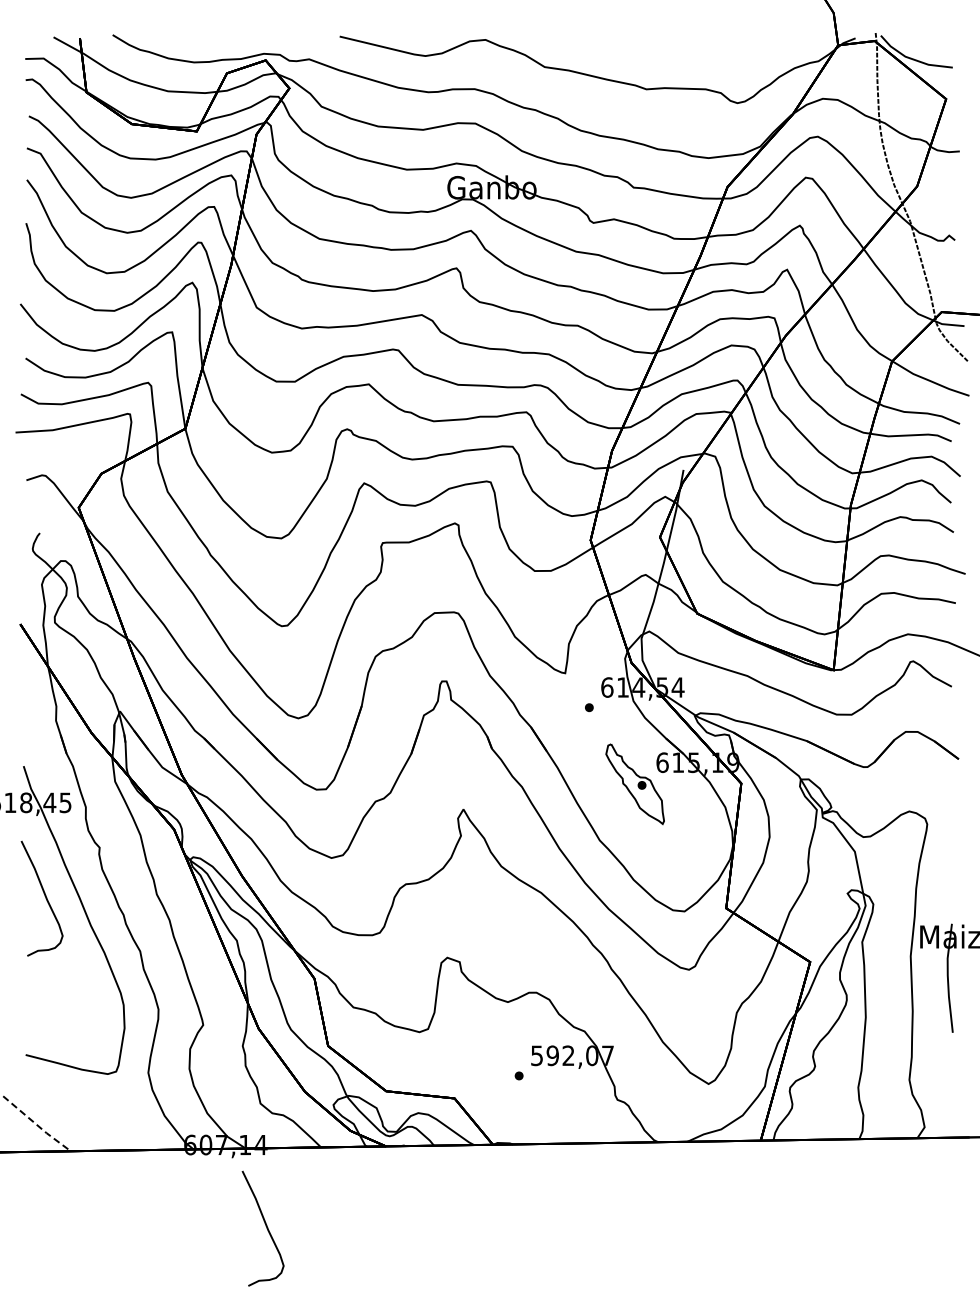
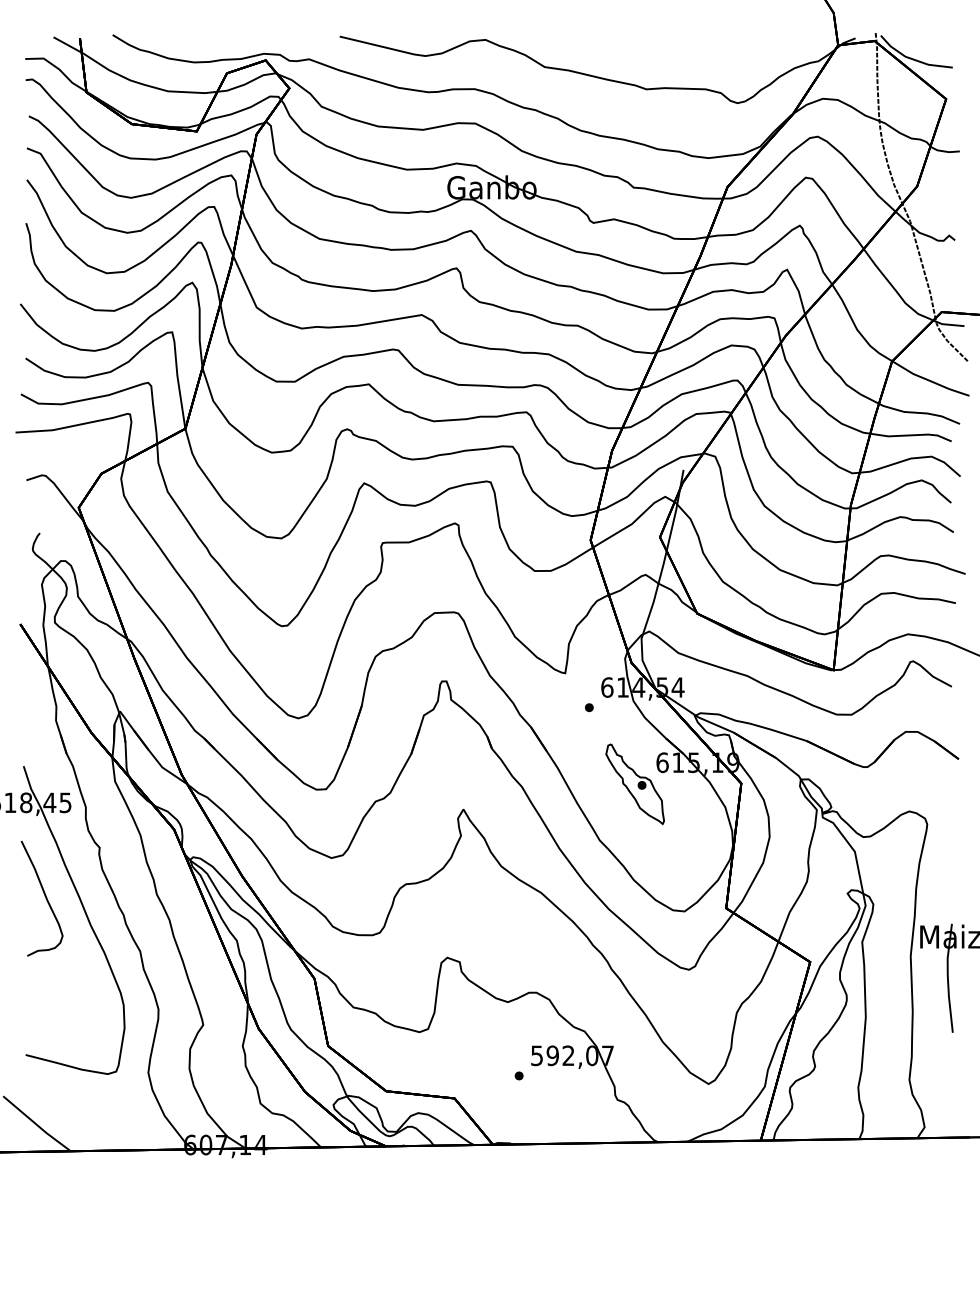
line at (37, 1125): dashed -> solid
curve at (265, 1226): present -> none
